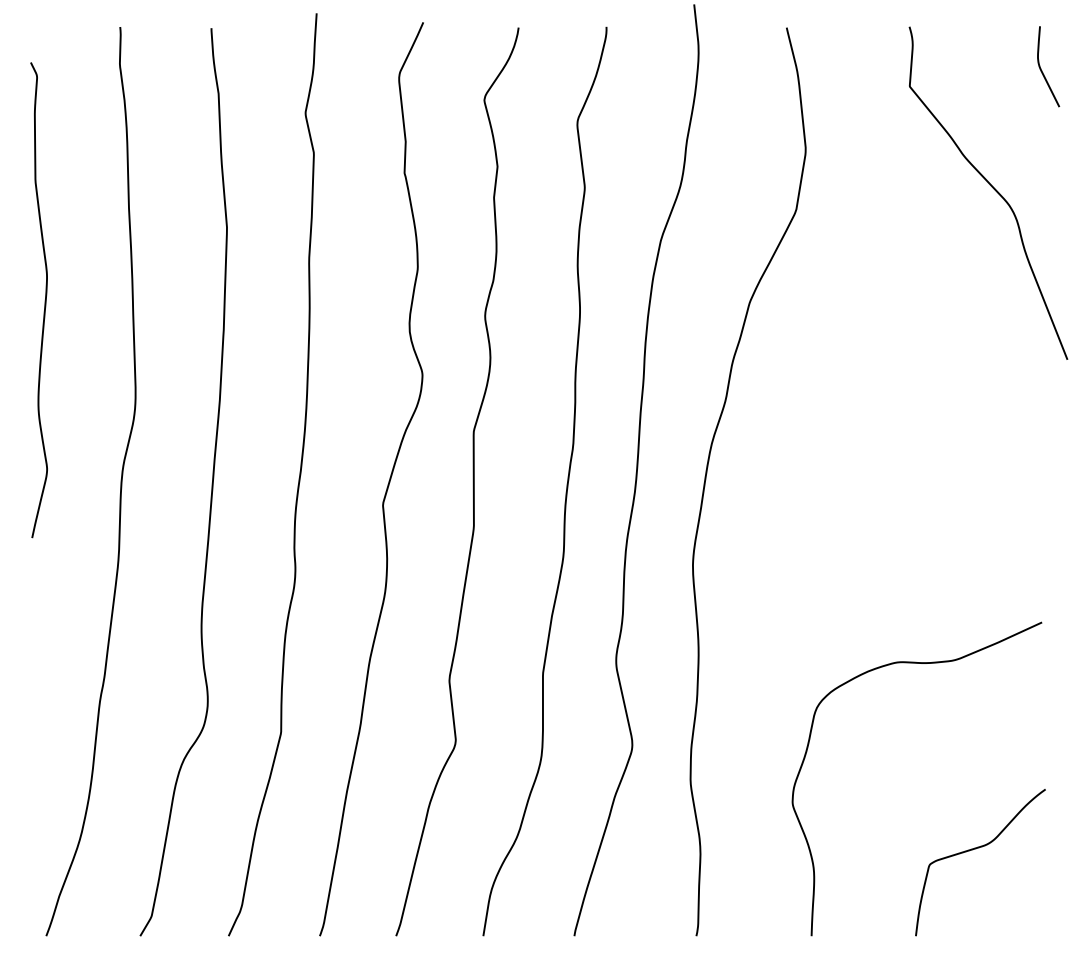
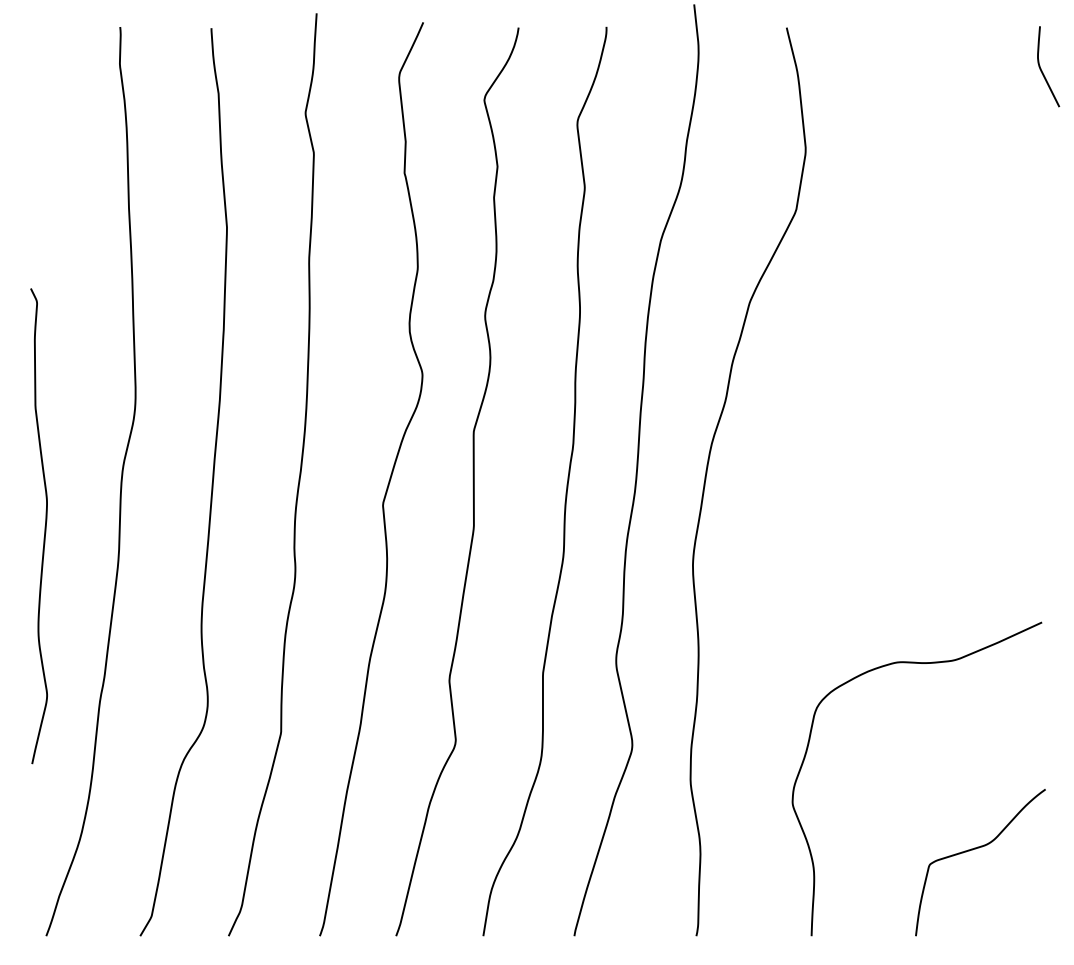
curve at (992, 188): present -> none
curve at (44, 300) position: (44, 300) -> (44, 526)
